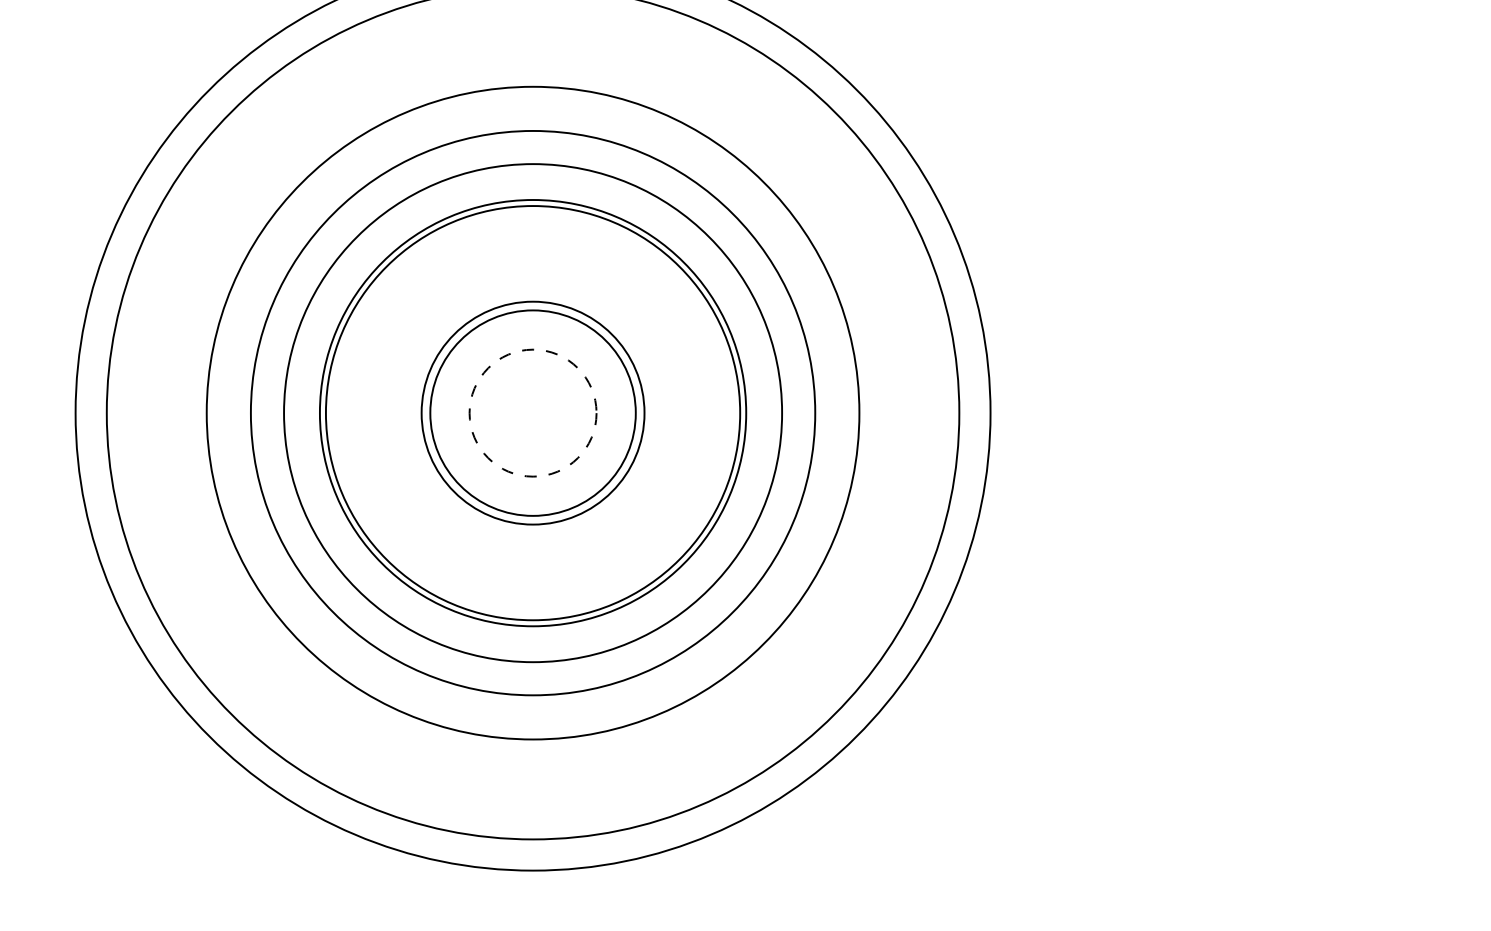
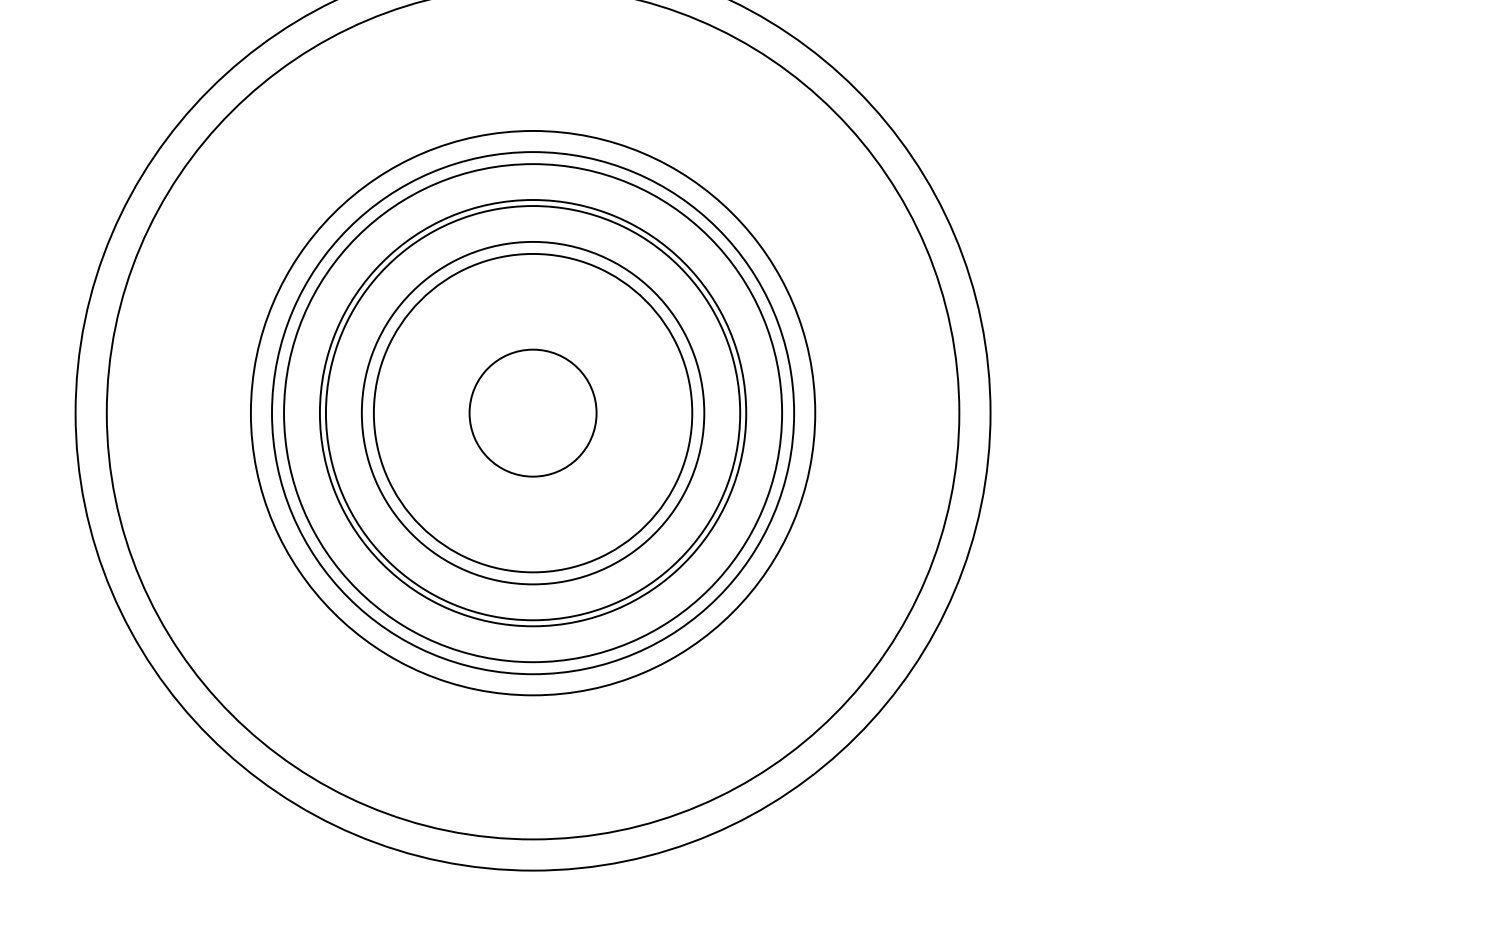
circle at (532, 412) diameter: 205 px -> 342 px
circle at (532, 412) diameter: 223 px -> 318 px
circle at (532, 412) diameter: 653 px -> 522 px
circle at (532, 412): dashed -> solid
